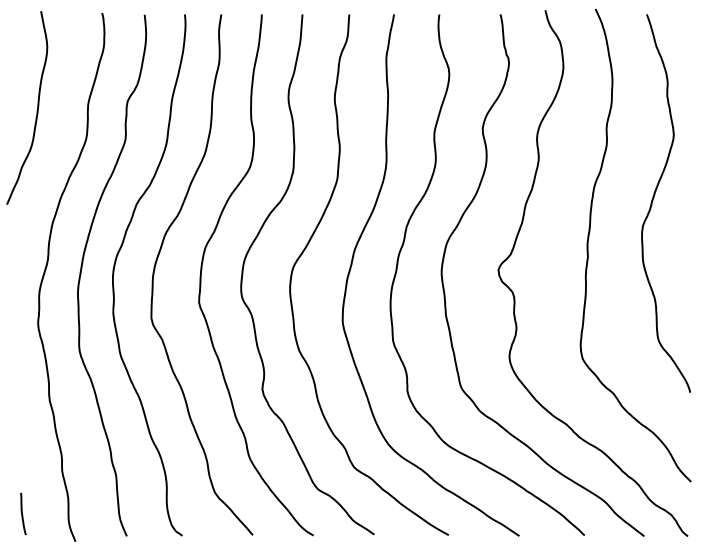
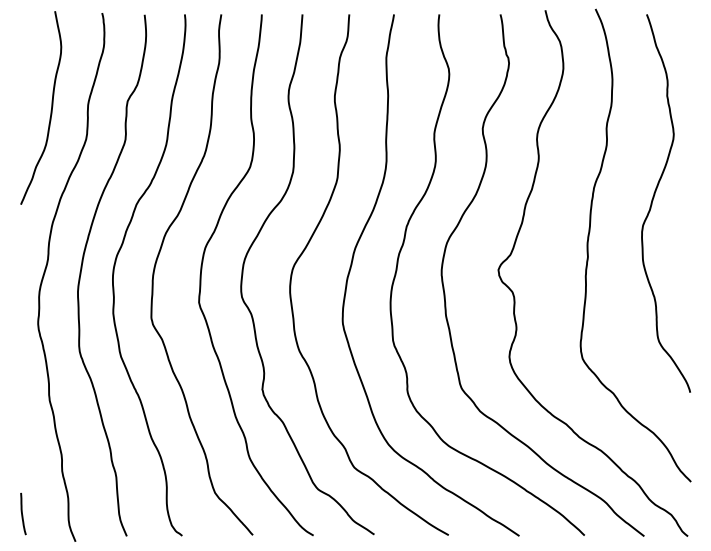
curve at (36, 110) position: (36, 110) -> (50, 110)
